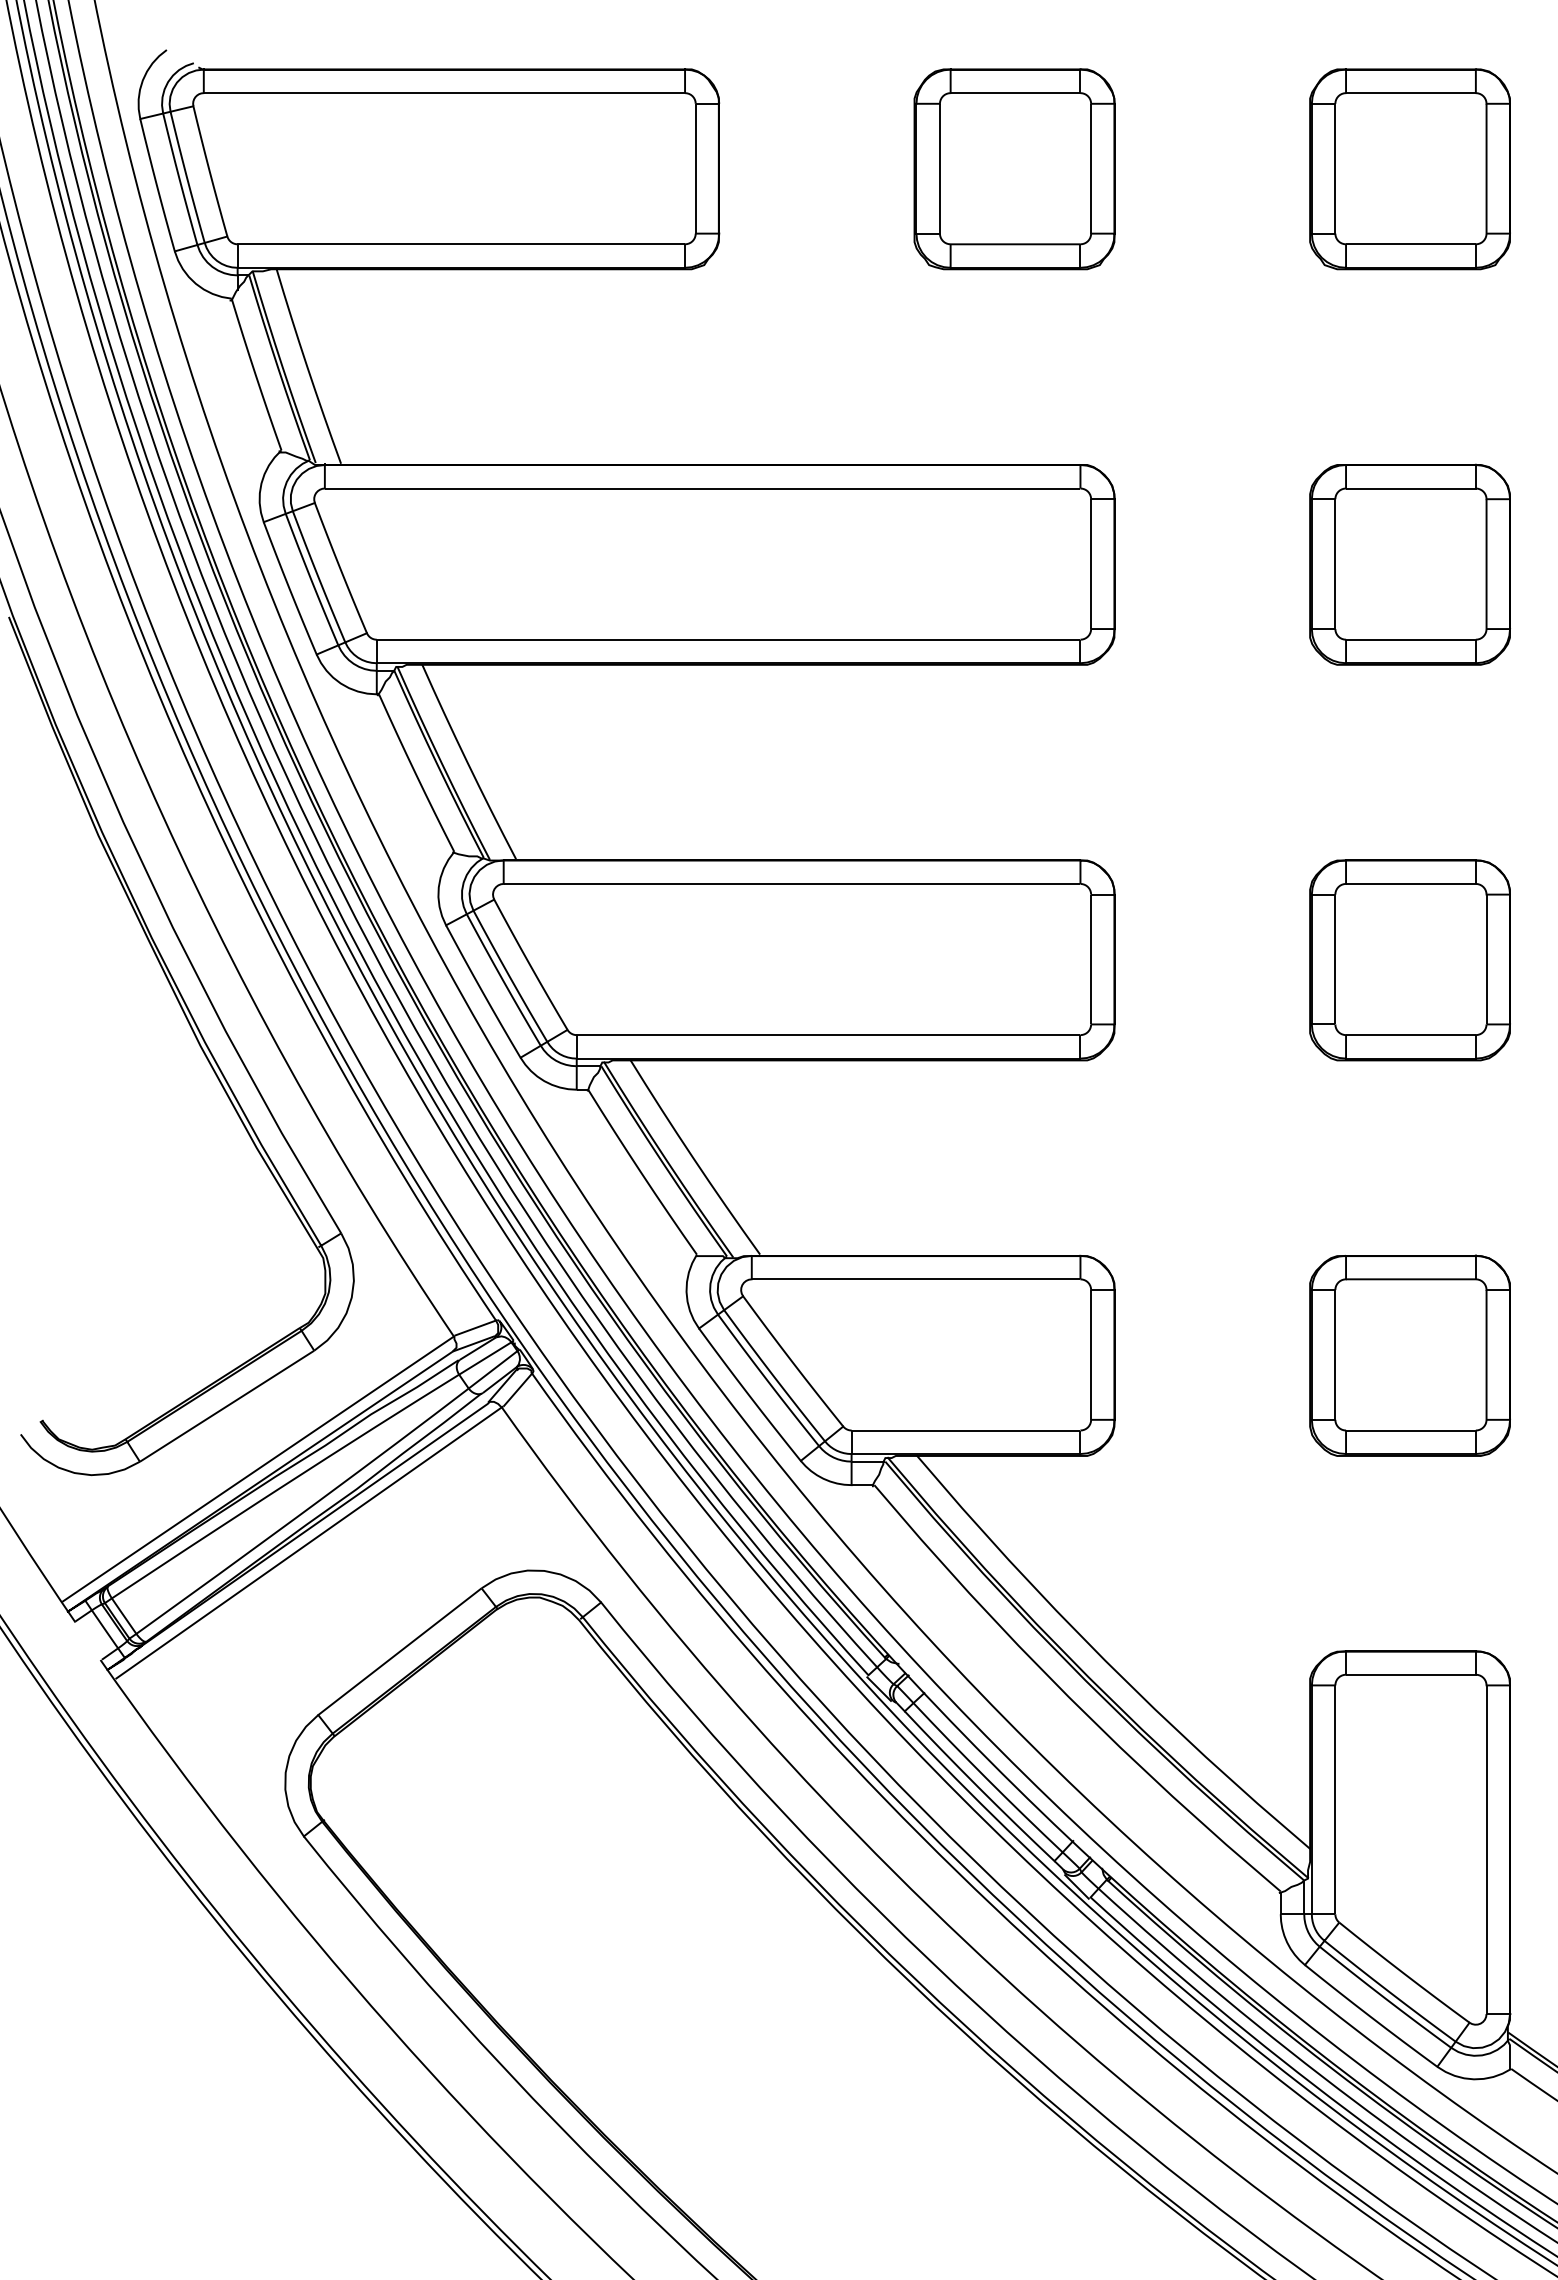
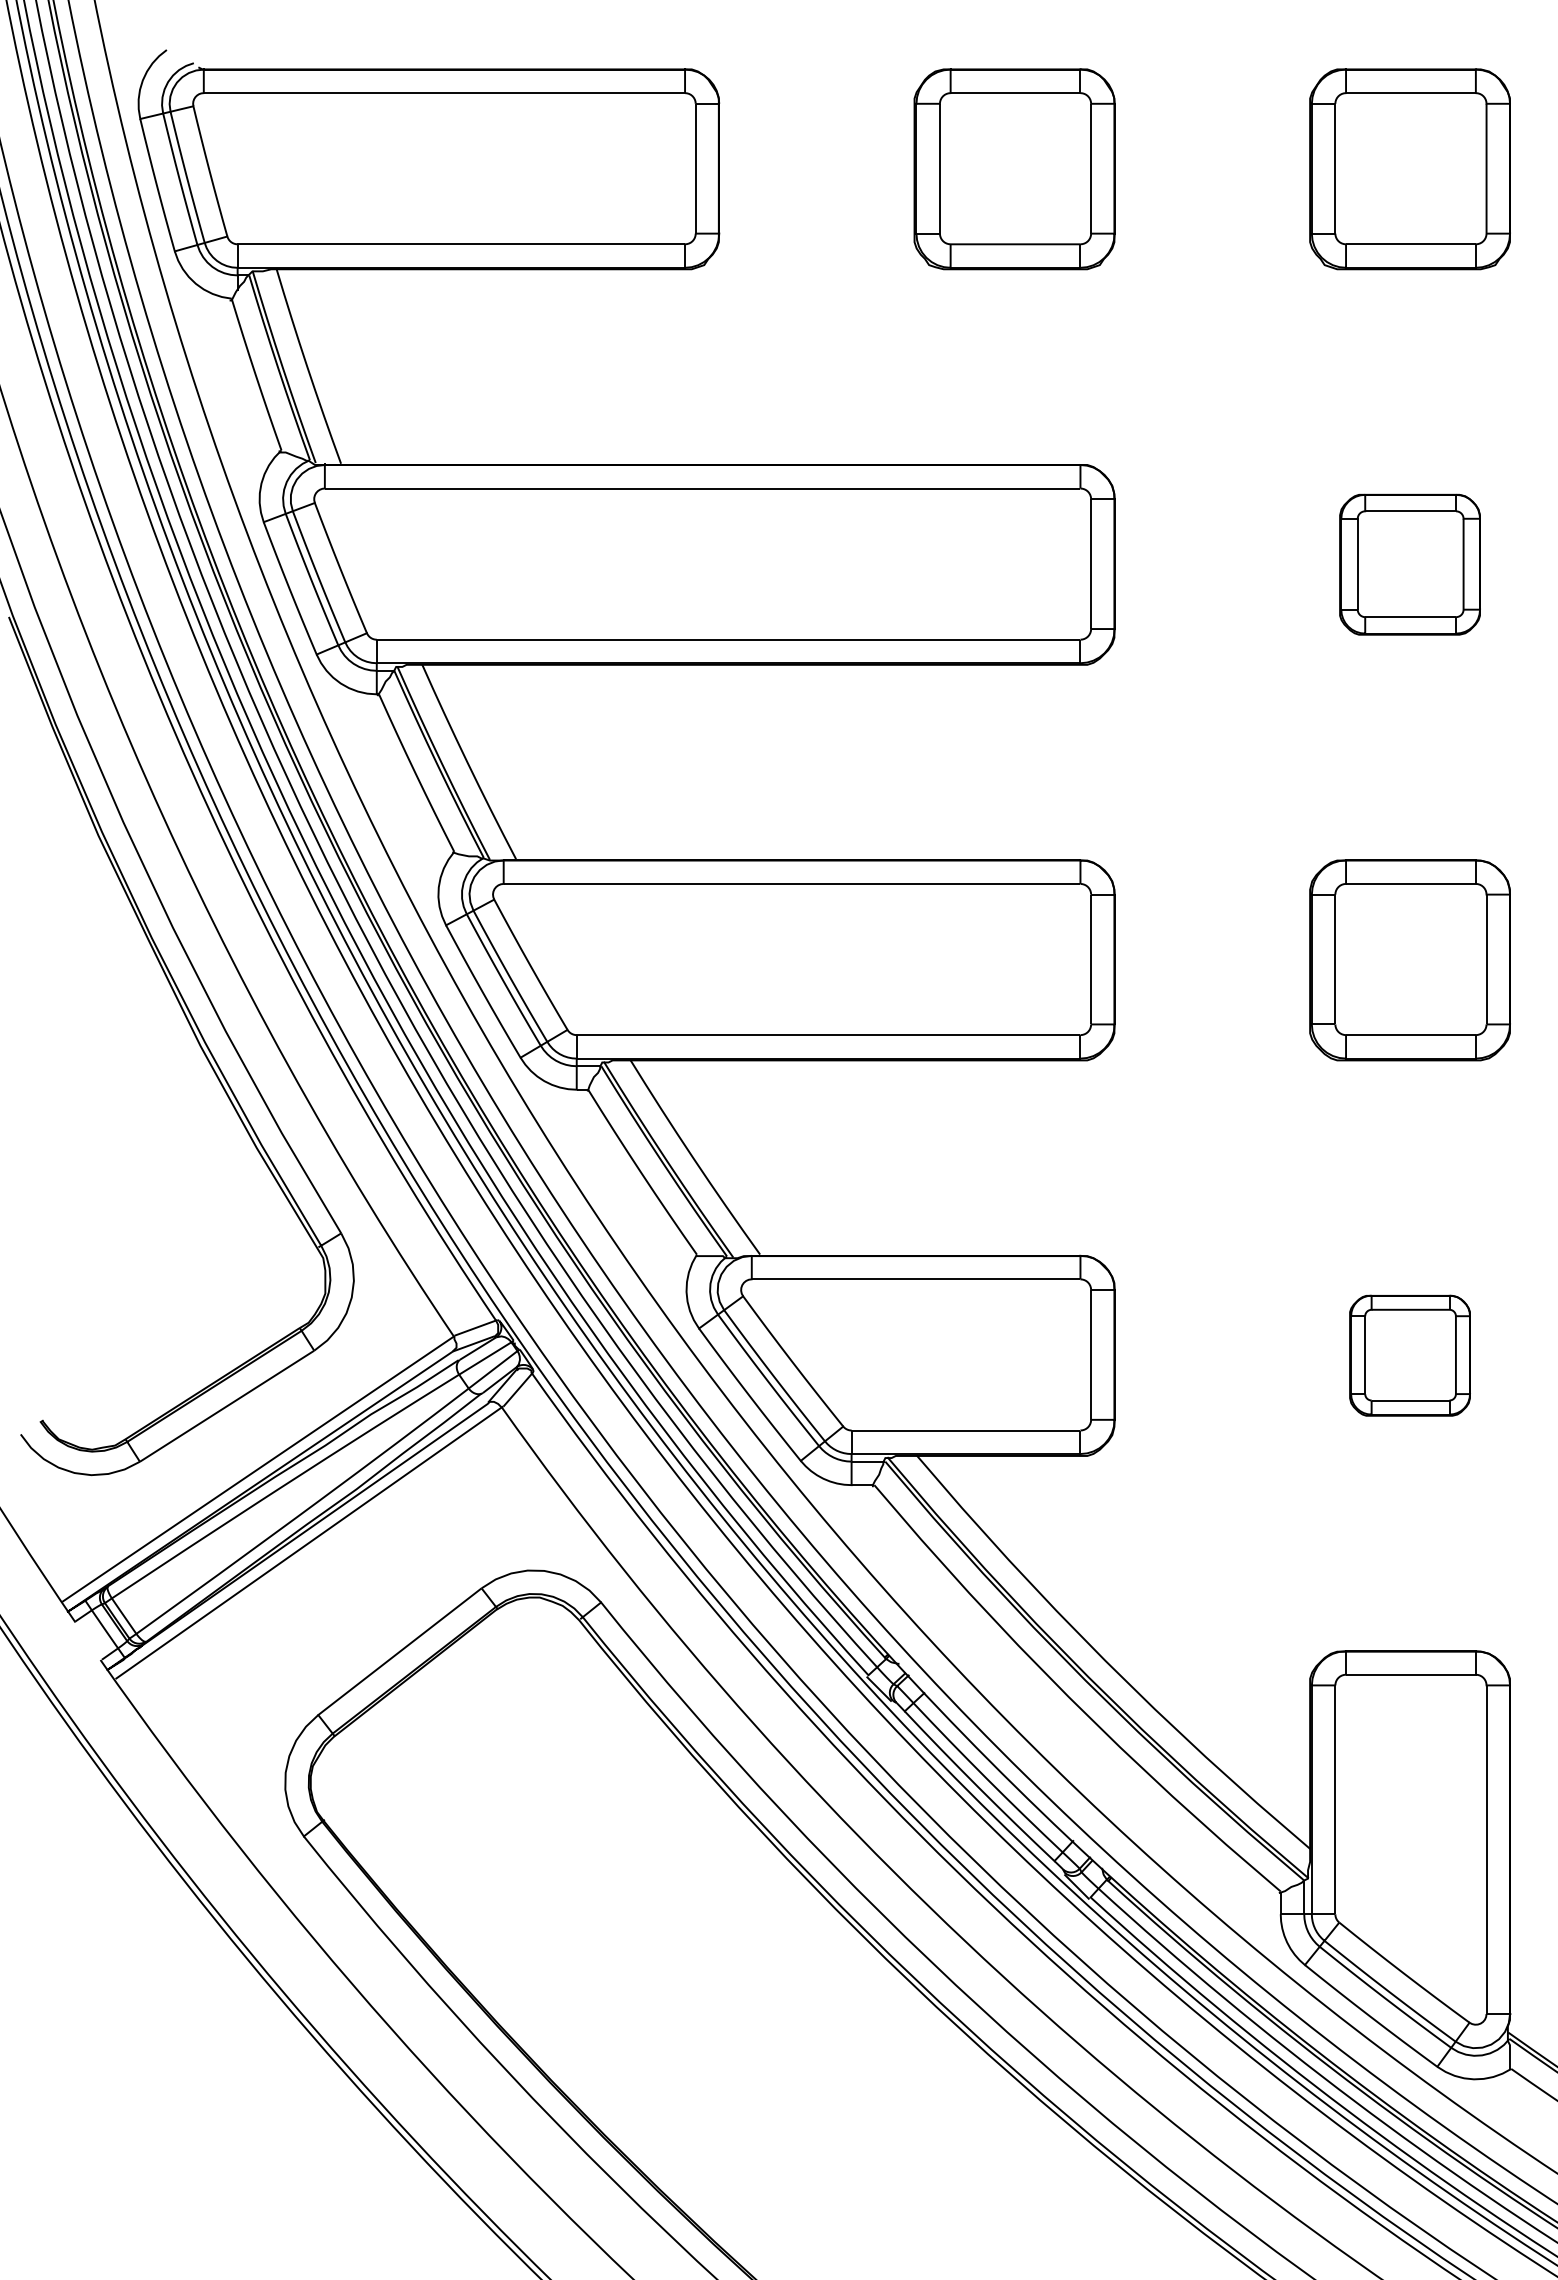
part at (1409, 564) size: 202x203 px -> 142x143 px
part at (1409, 1355) size: 202x203 px -> 122x123 px
